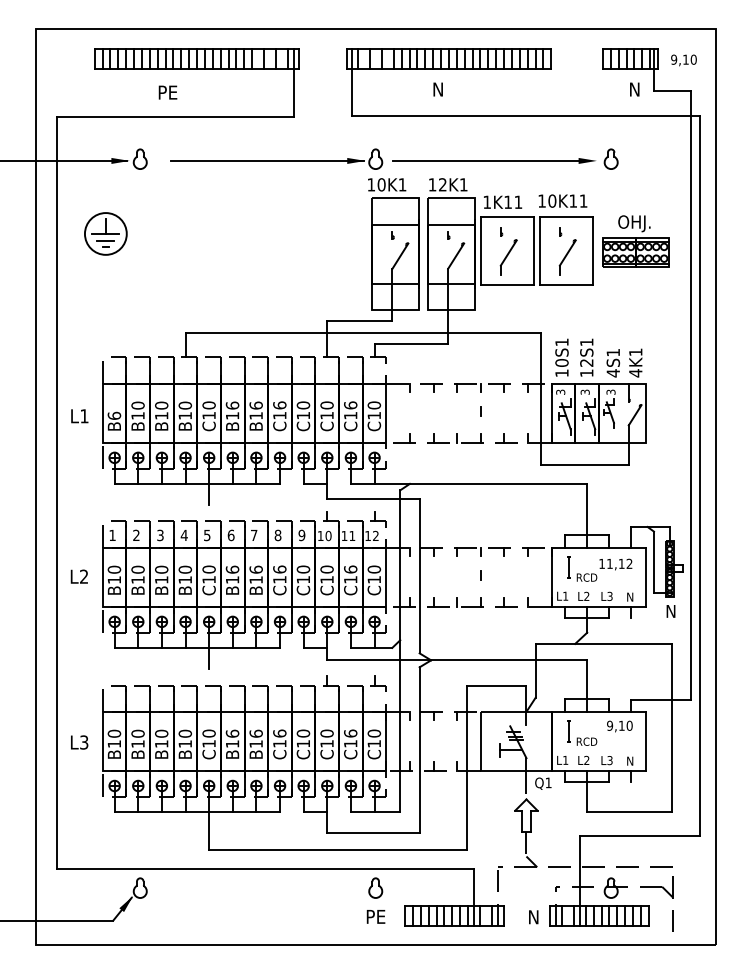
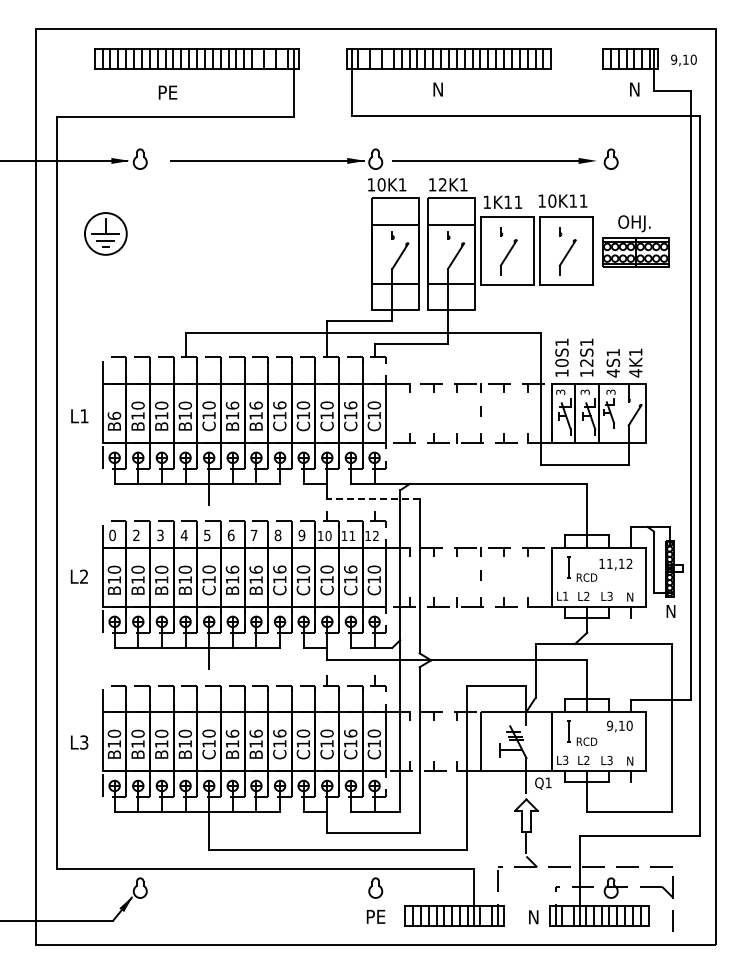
line at (372, 498): solid -> dashed
text at (112, 535): 1 -> 0
text at (565, 759): L1 -> L3
